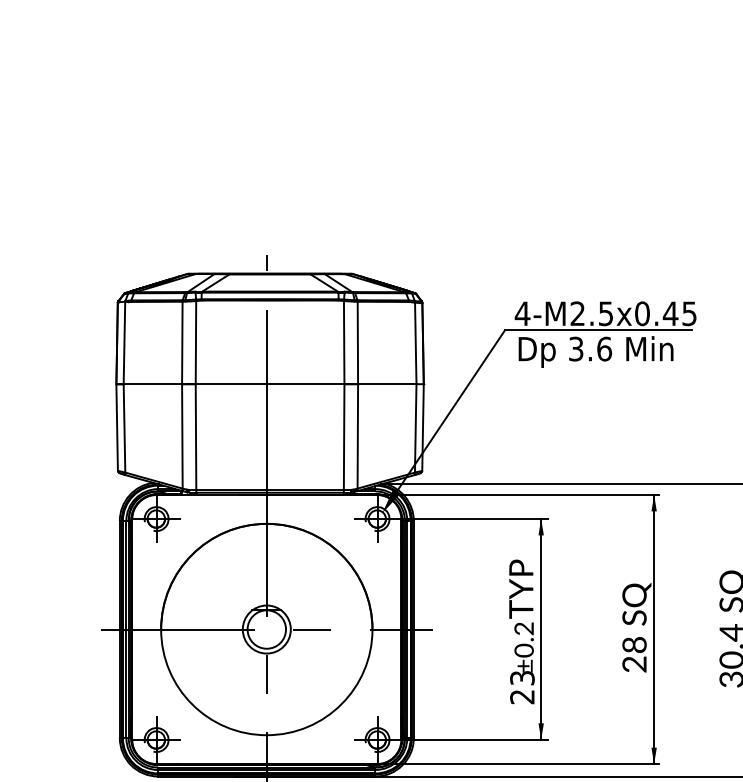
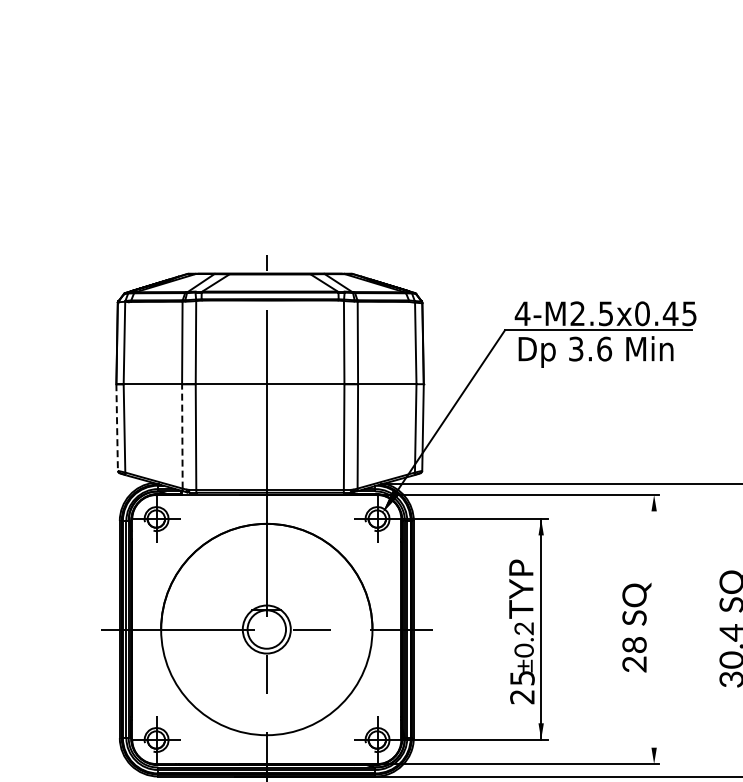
line at (117, 428): solid -> dashed
line at (182, 435): solid -> dashed
line at (654, 629): present -> none
text at (522, 677): 23 -> 25
